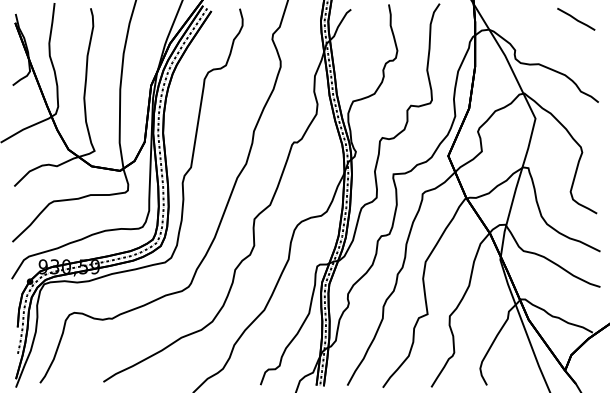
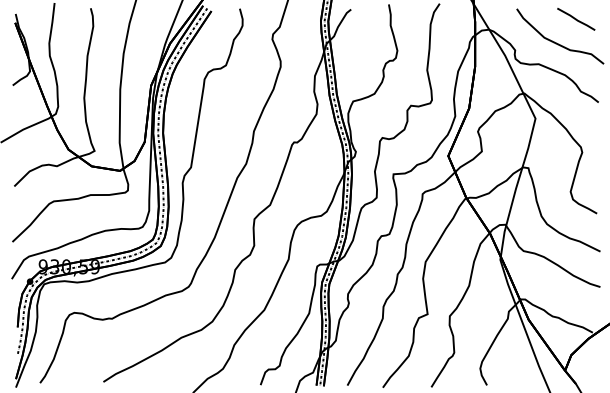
curve at (556, 42): none -> present
